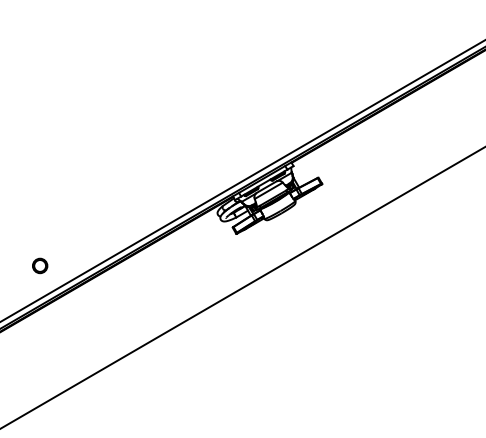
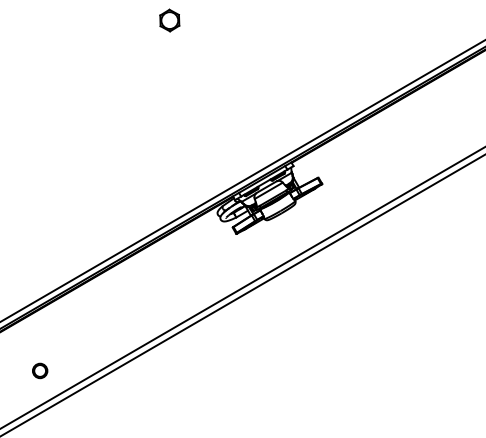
part at (169, 20): none -> present
part at (40, 265) position: (40, 265) -> (40, 370)
line at (242, 295): none -> present
